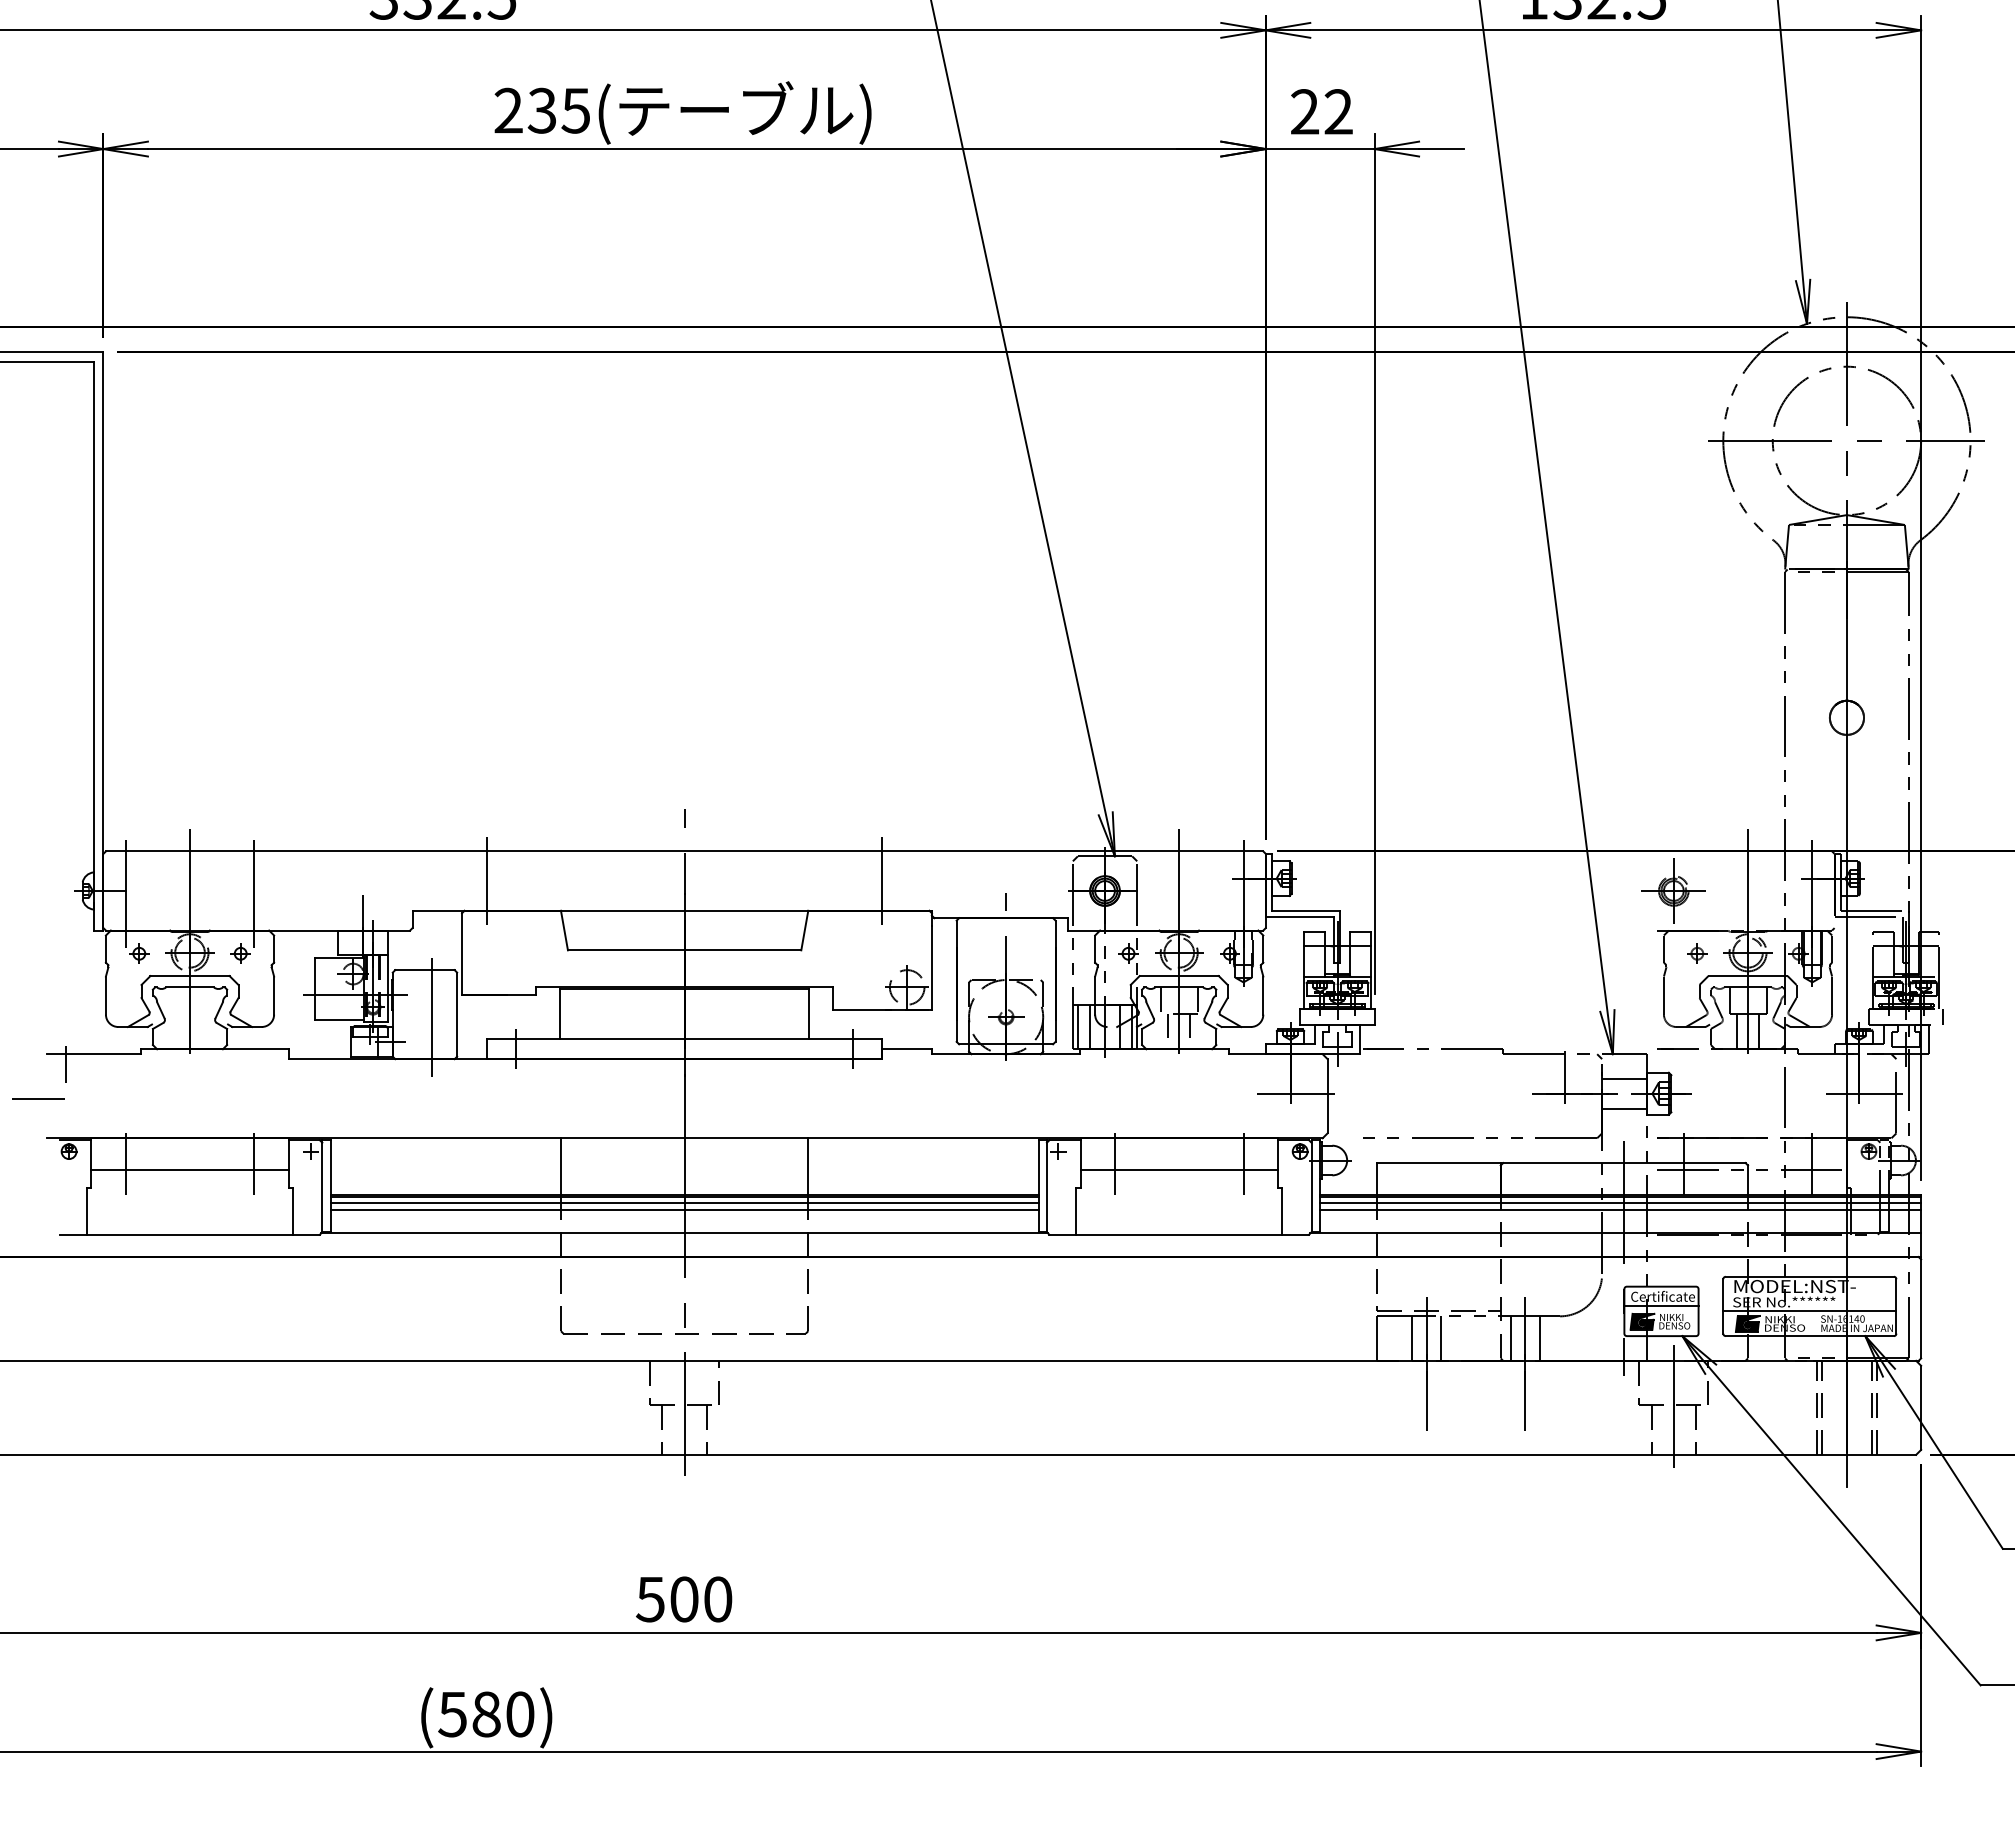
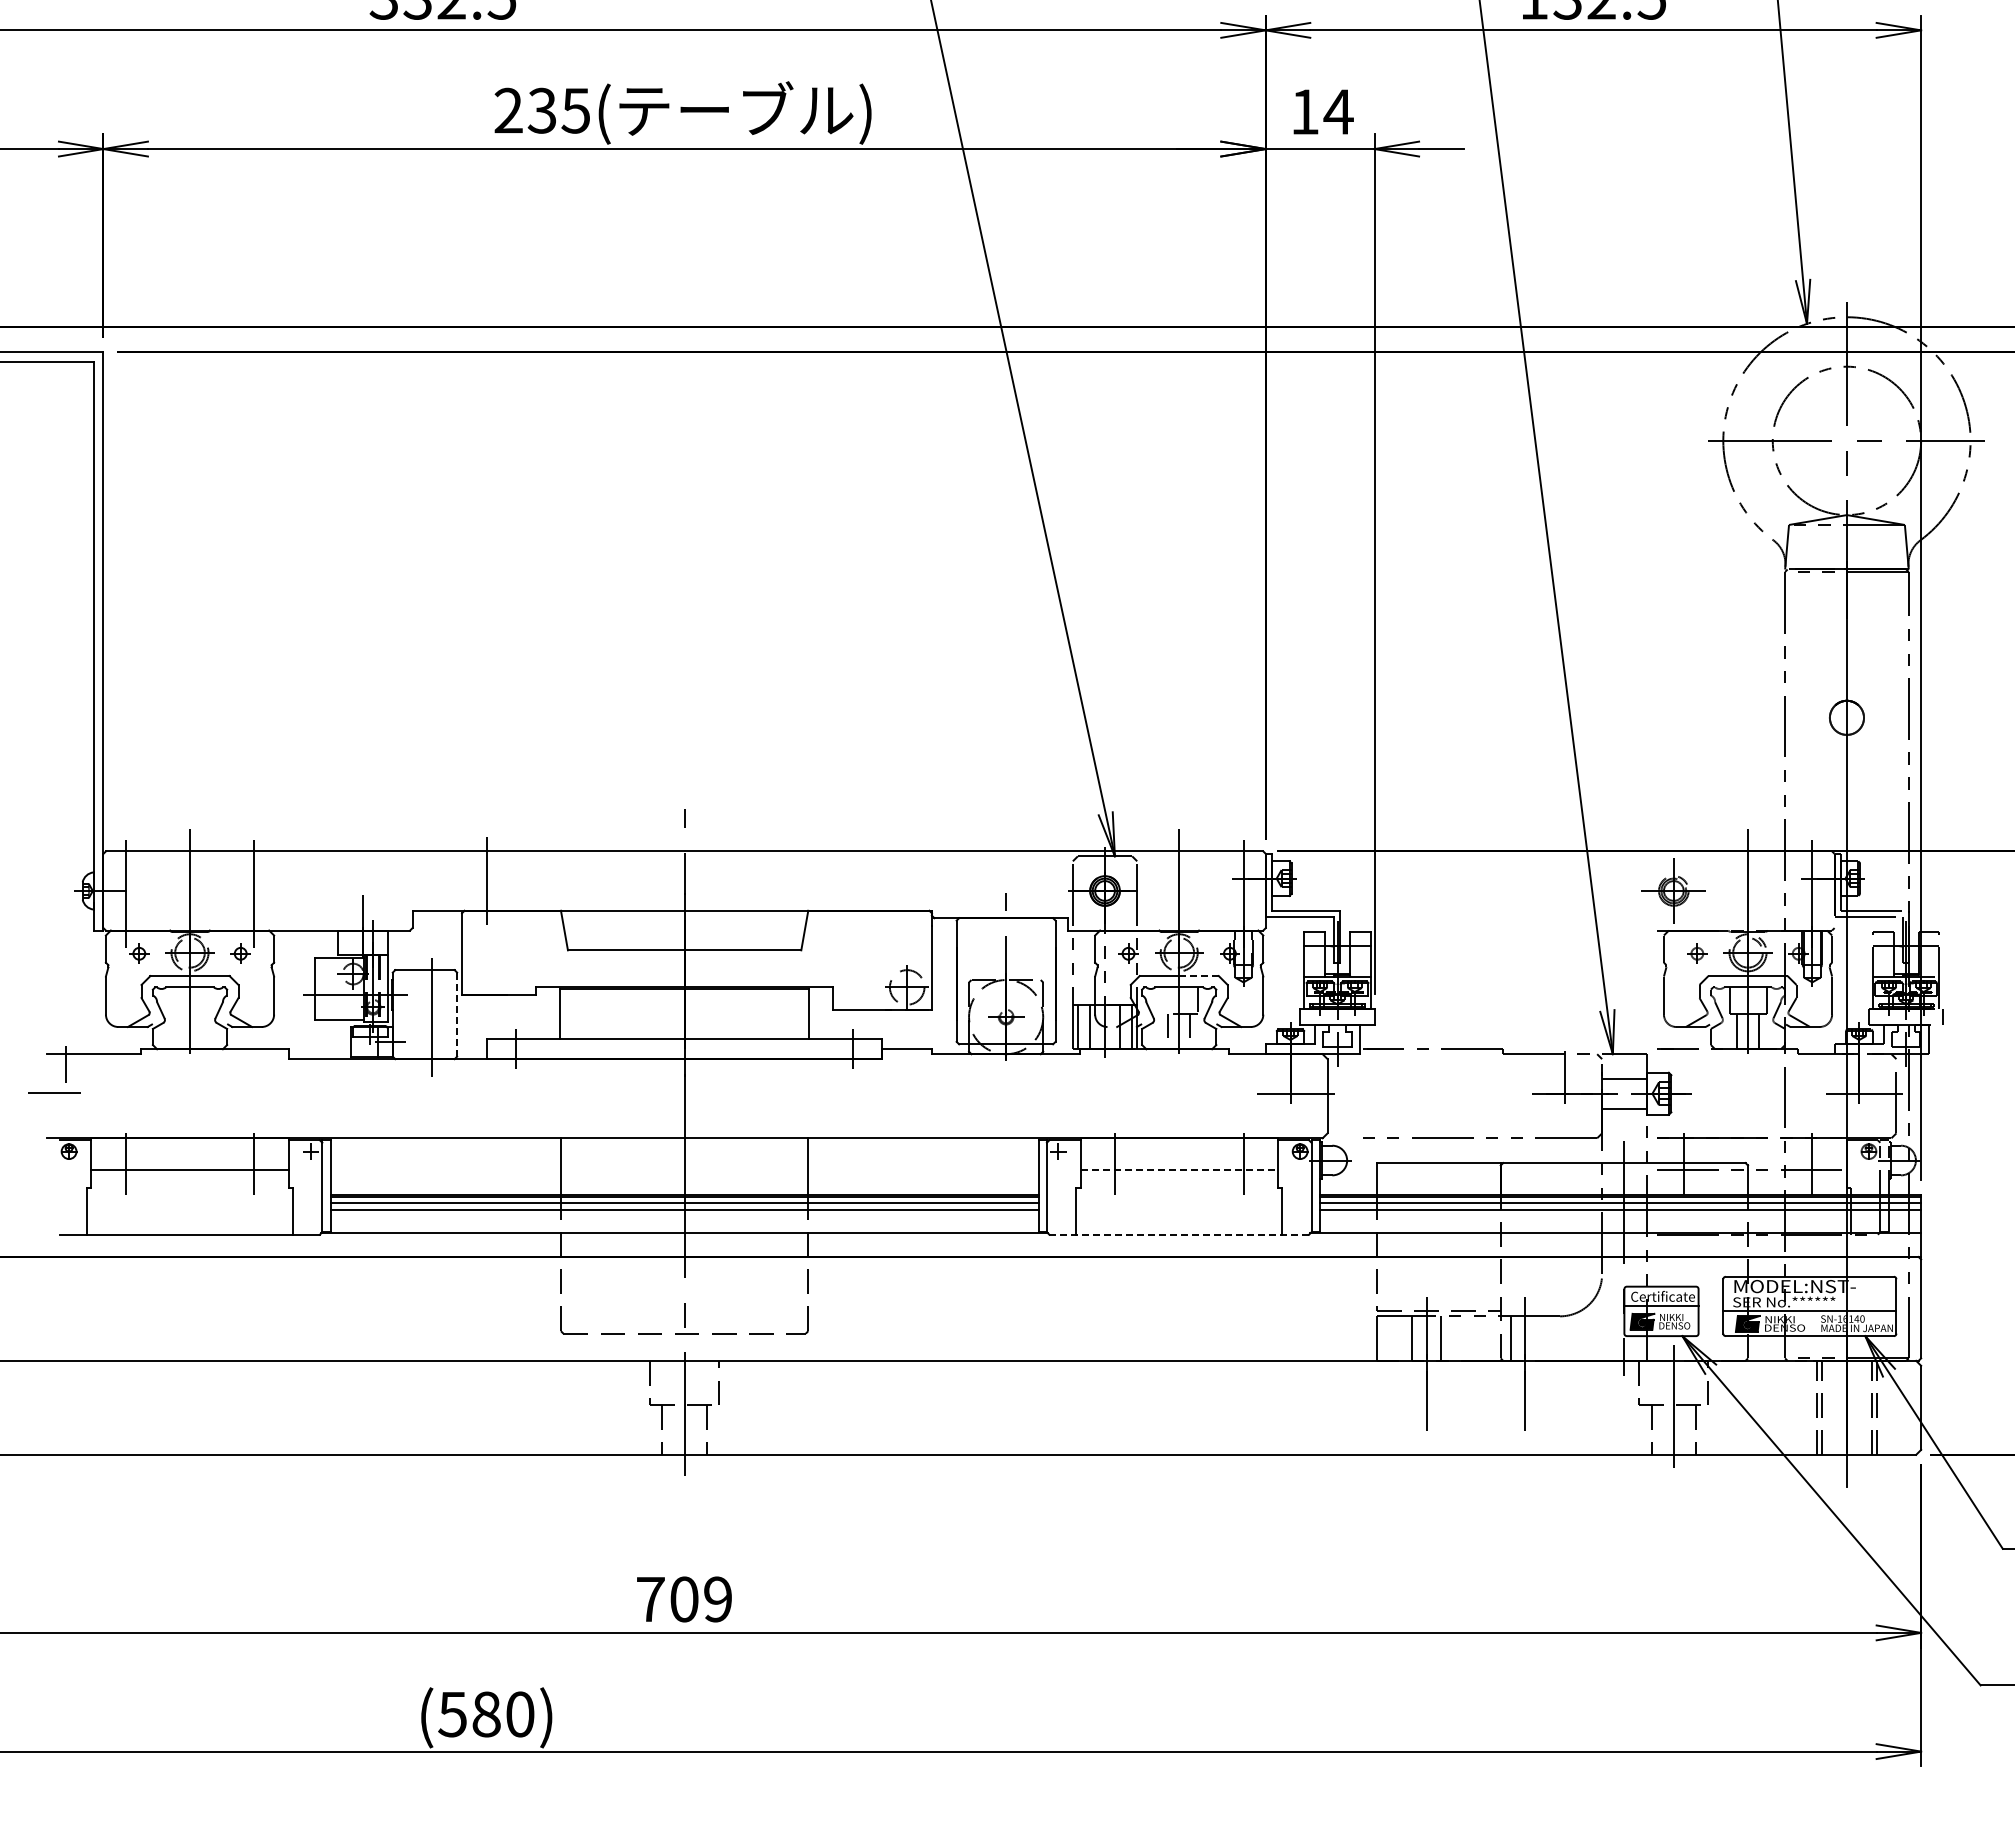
text at (1322, 111): 22 -> 14
line at (882, 880): present -> none
line at (1199, 976): solid -> dashed
line at (1160, 1000): present -> none
line at (457, 1015): solid -> dashed
line at (38, 1098) position: (38, 1098) -> (54, 1092)
line at (1179, 1170): solid -> dashed
line at (1179, 1234): solid -> dashed
line at (1540, 1338): present -> none
text at (684, 1599): 500 -> 709
